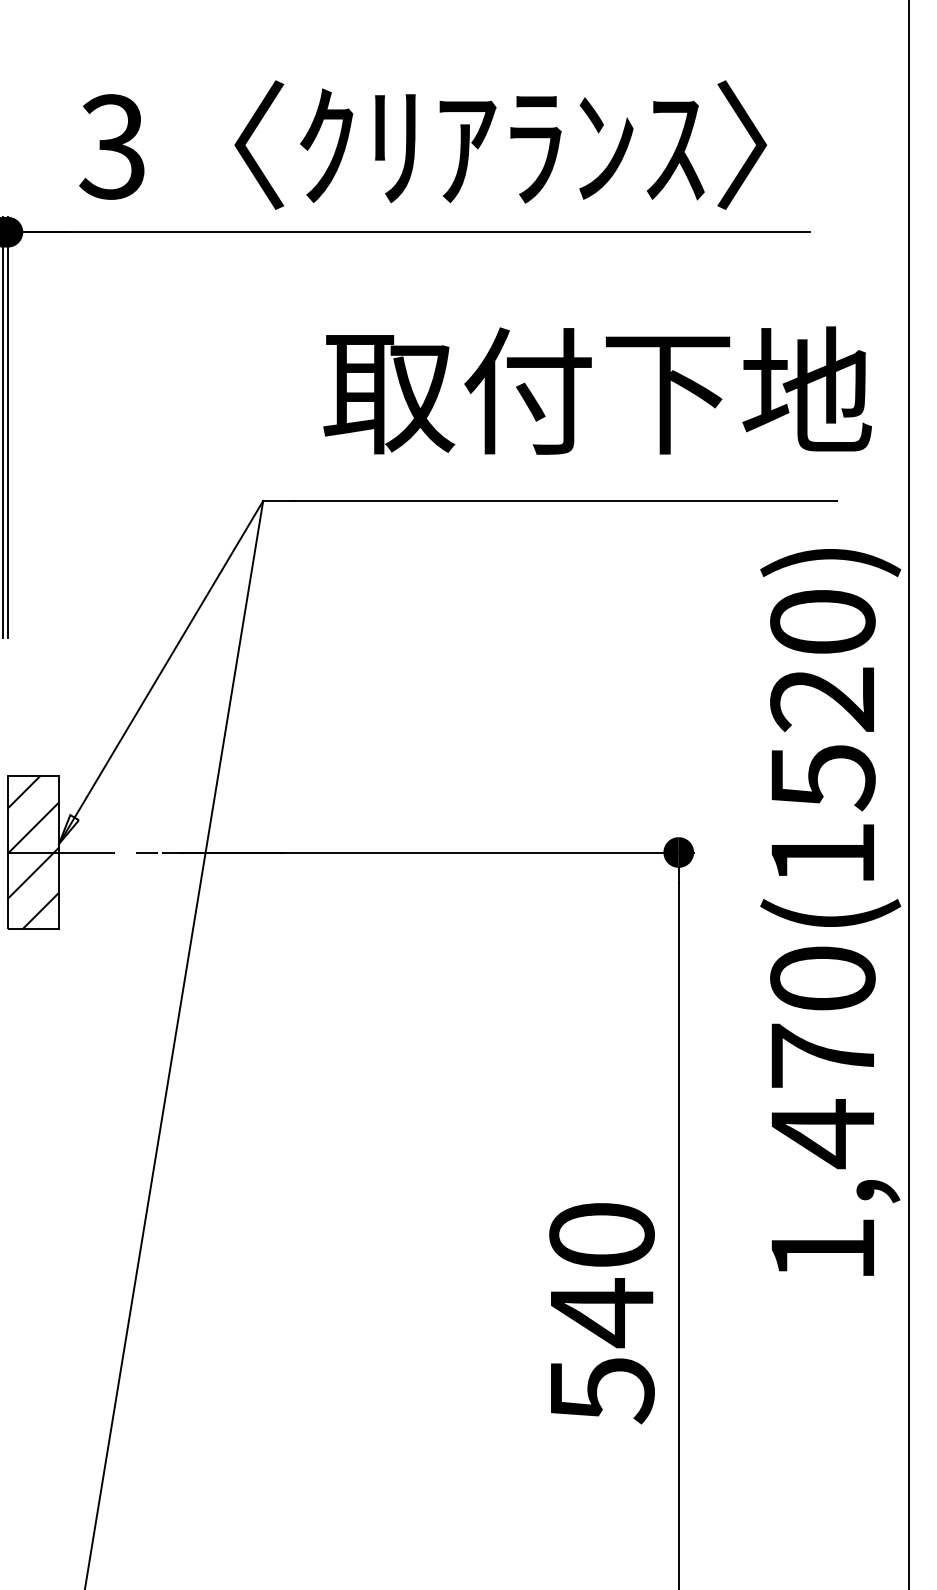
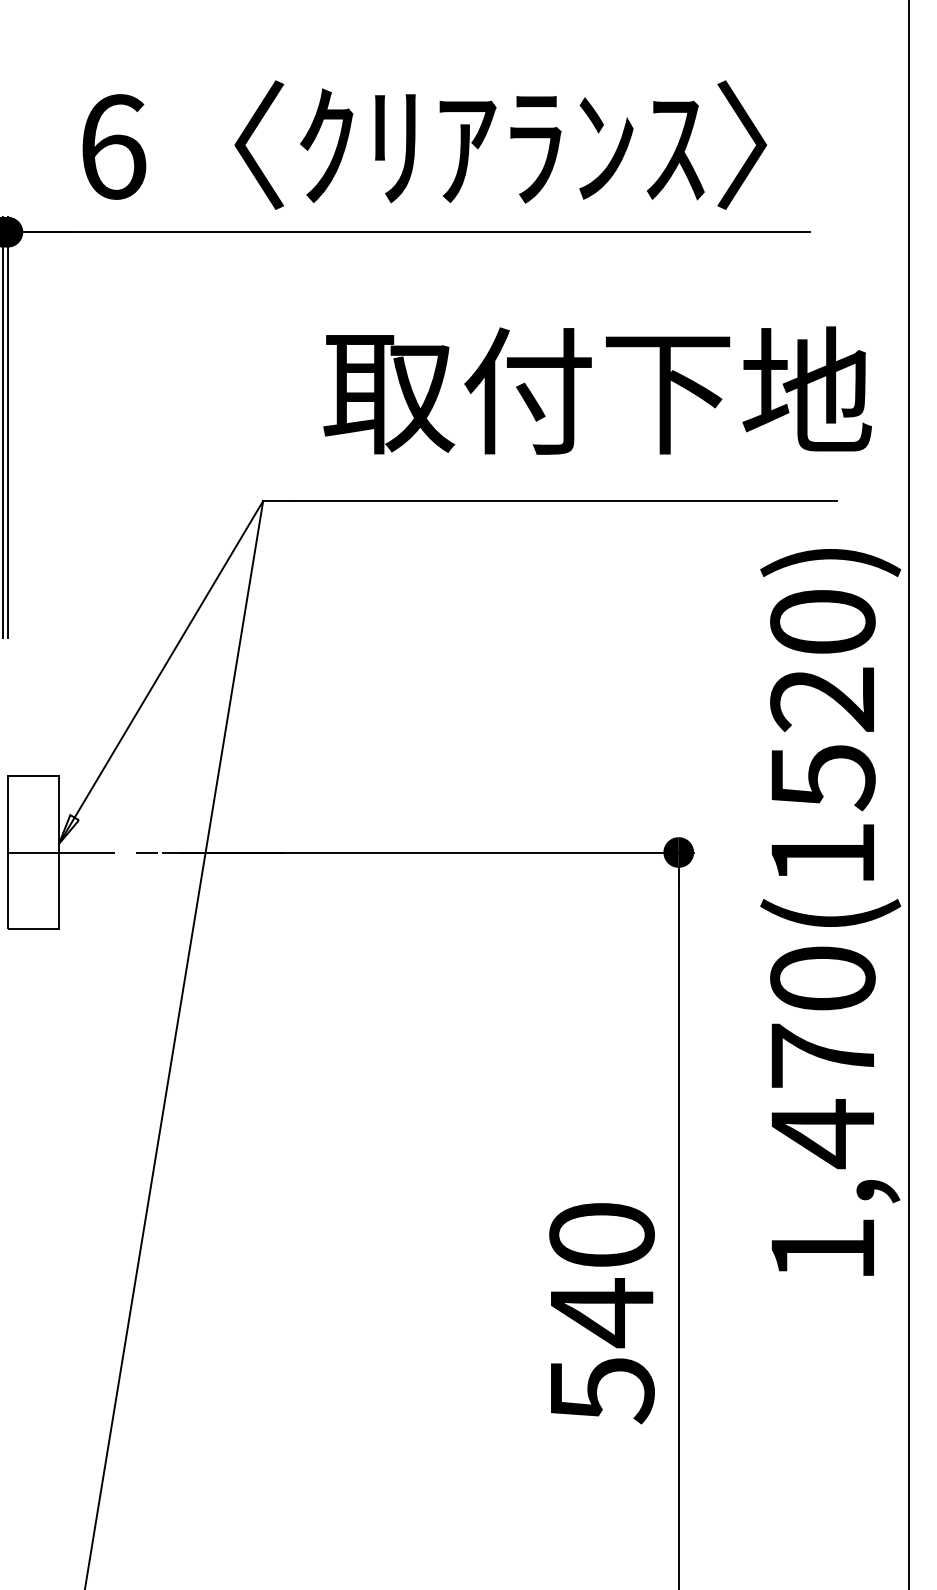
text at (112, 146): 3 -> 6
hatch at (32, 852): present -> none
